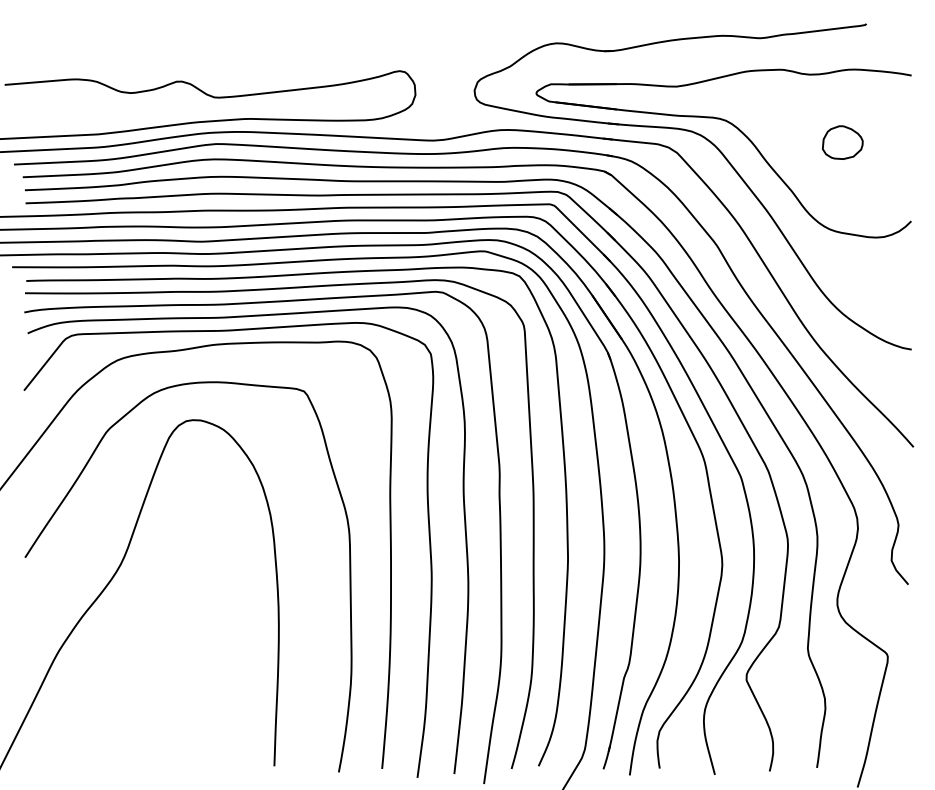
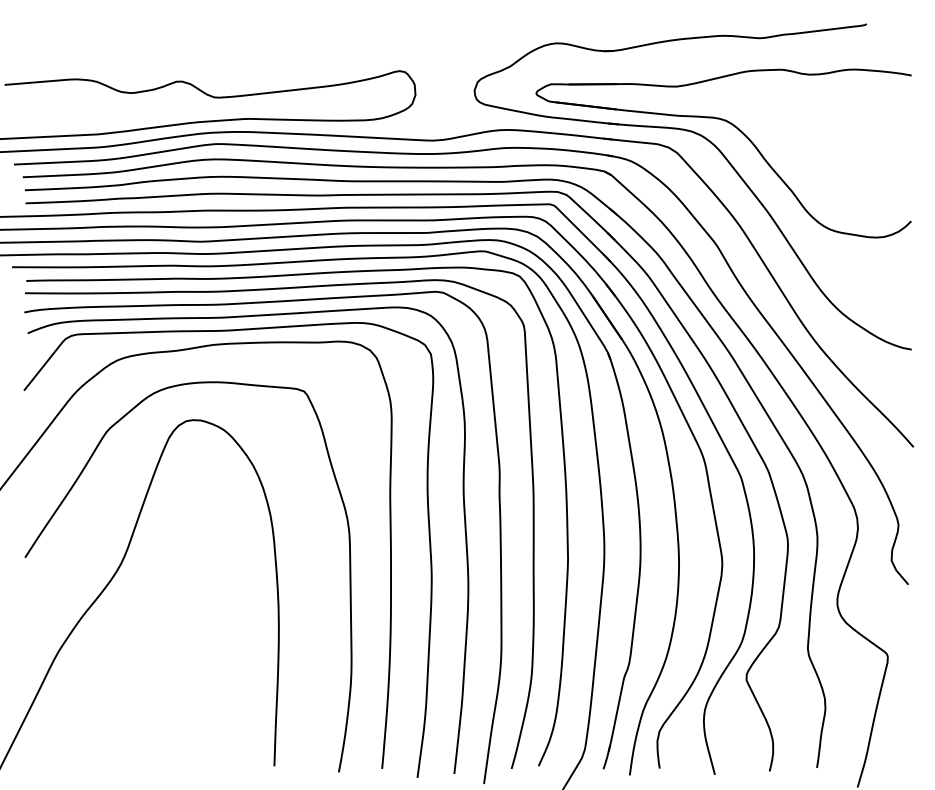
part at (842, 142): present -> none
